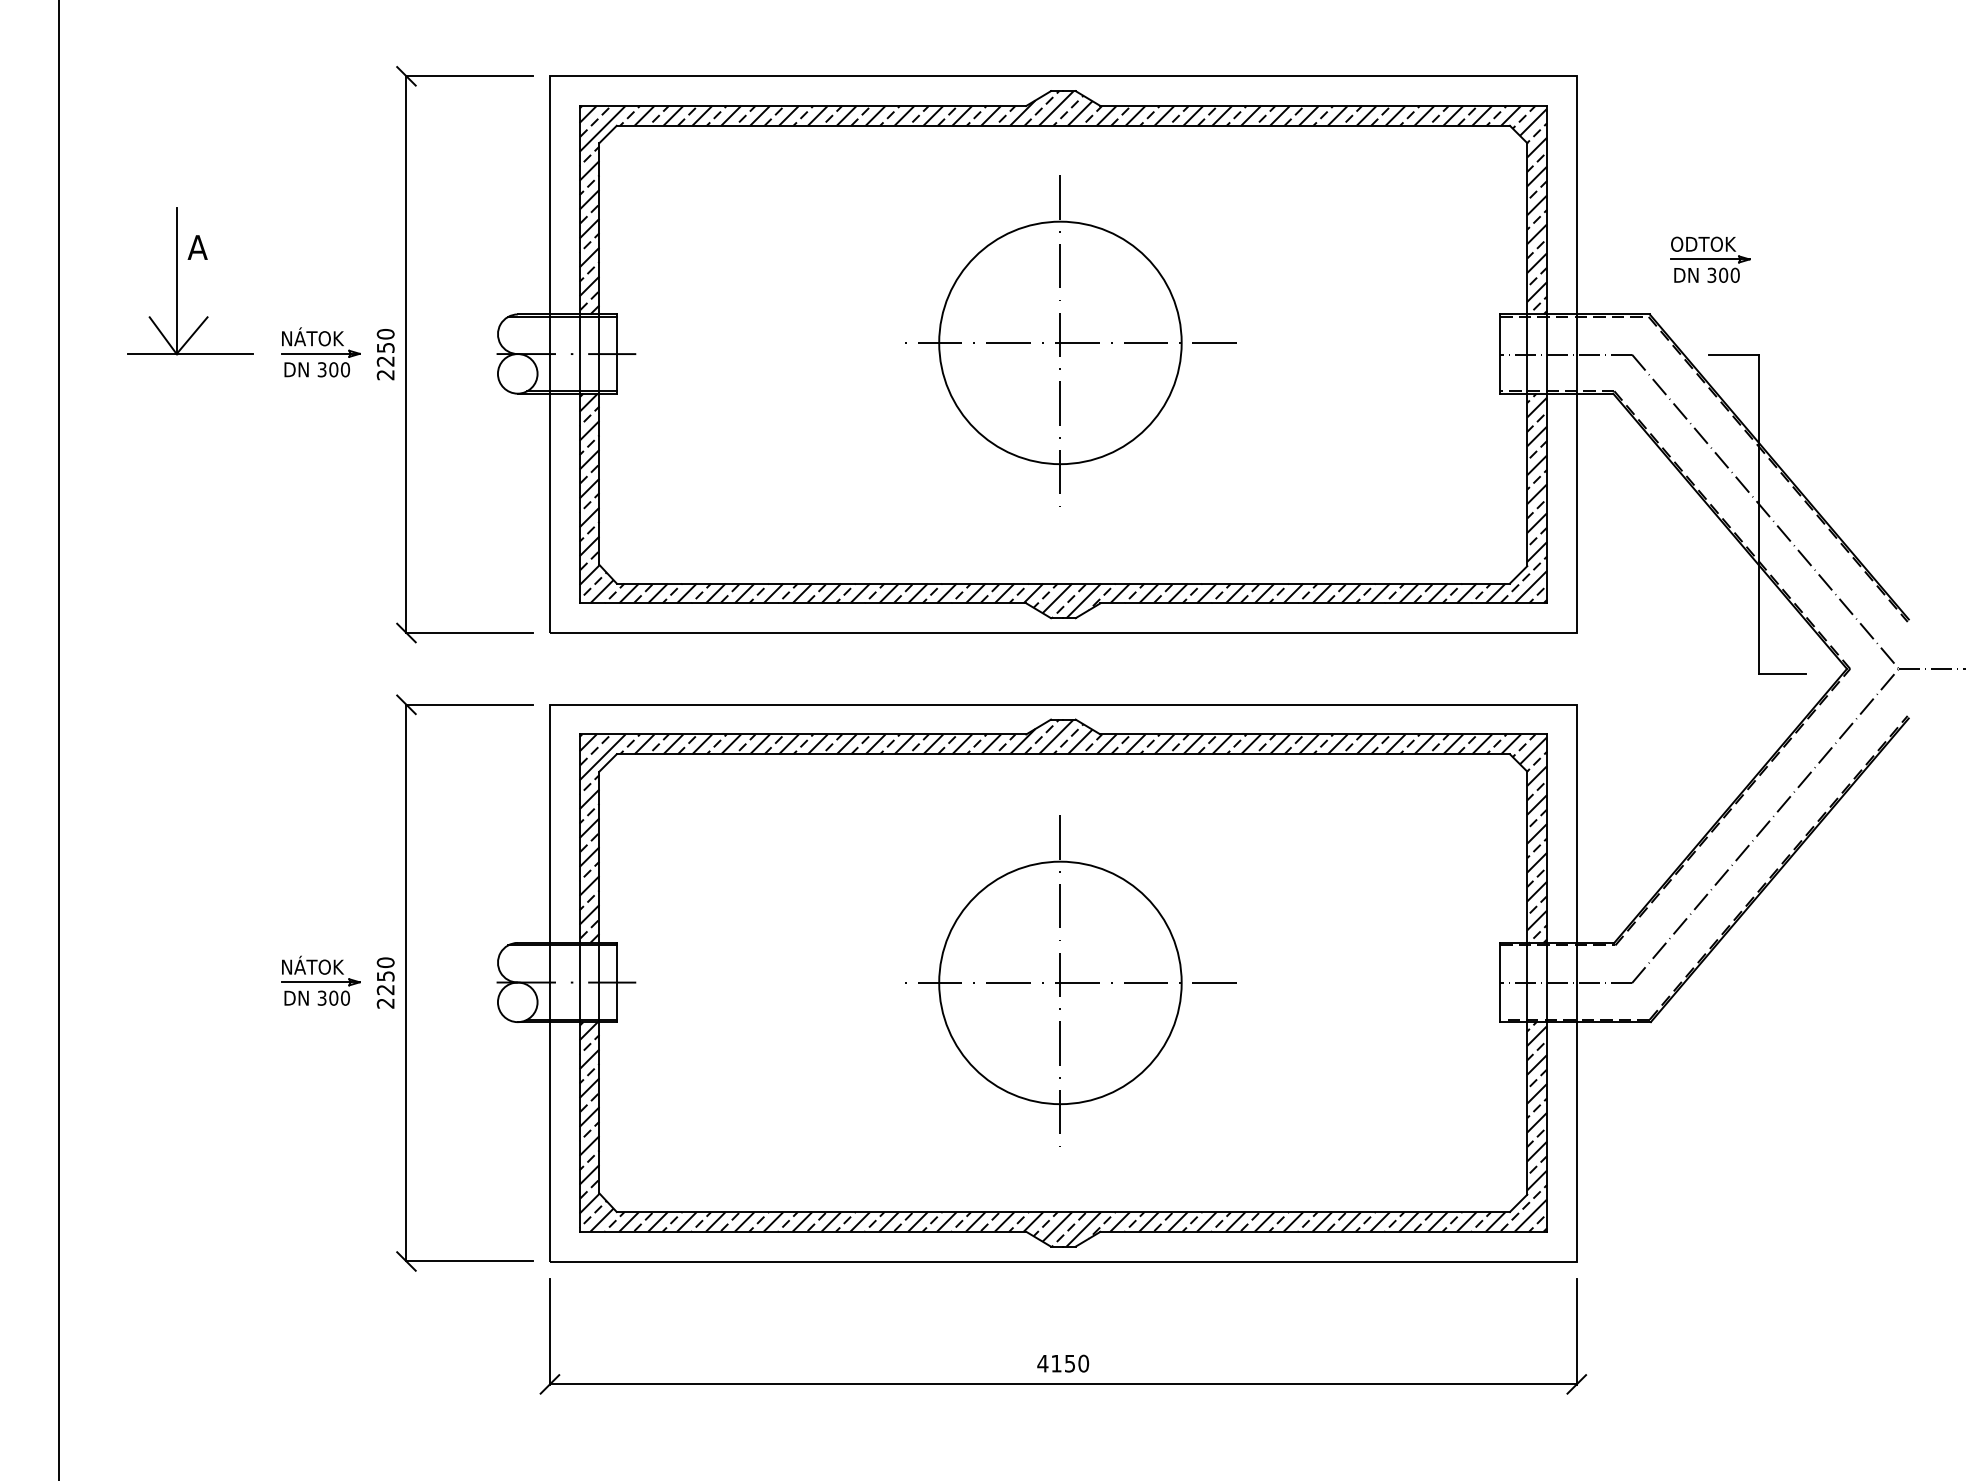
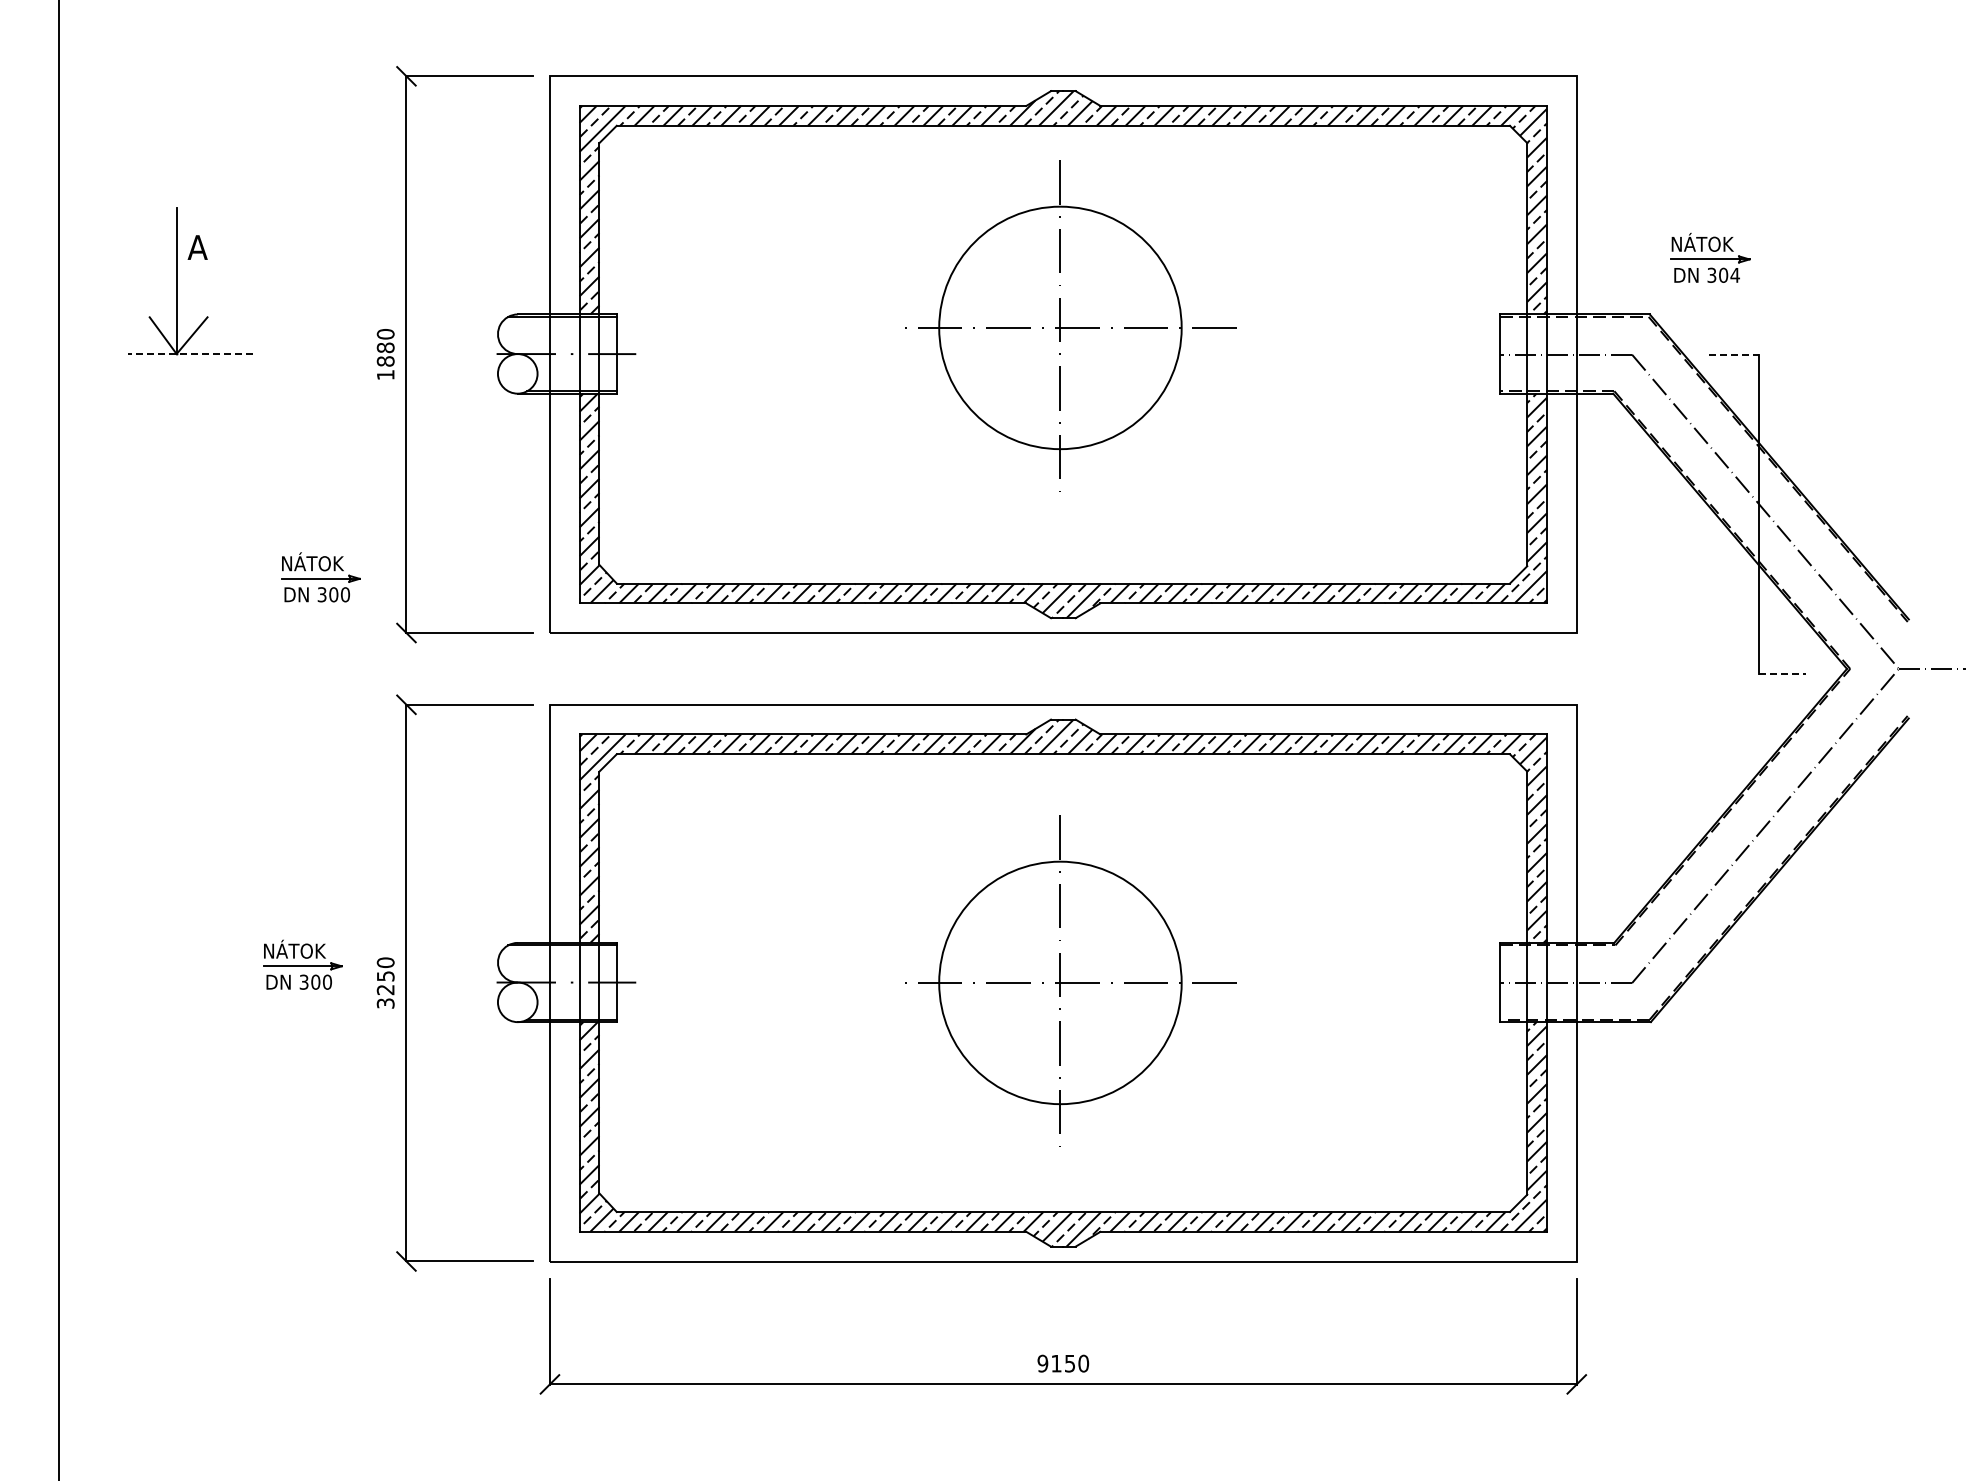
text at (1703, 241): ODTOK -> NÁTOK
text at (1734, 274): 300 -> 304
part at (1070, 340) position: (1070, 340) -> (1070, 325)
part at (320, 352) position: (320, 352) -> (320, 577)
line at (190, 354): solid -> dashed
line at (1734, 354): solid -> dashed
text at (385, 361): 2250 -> 1880
line at (1782, 673): solid -> dashed
part at (320, 980) position: (320, 980) -> (302, 964)
text at (385, 1003): 2250 -> 3250
text at (1042, 1363): 4150 -> 9150
